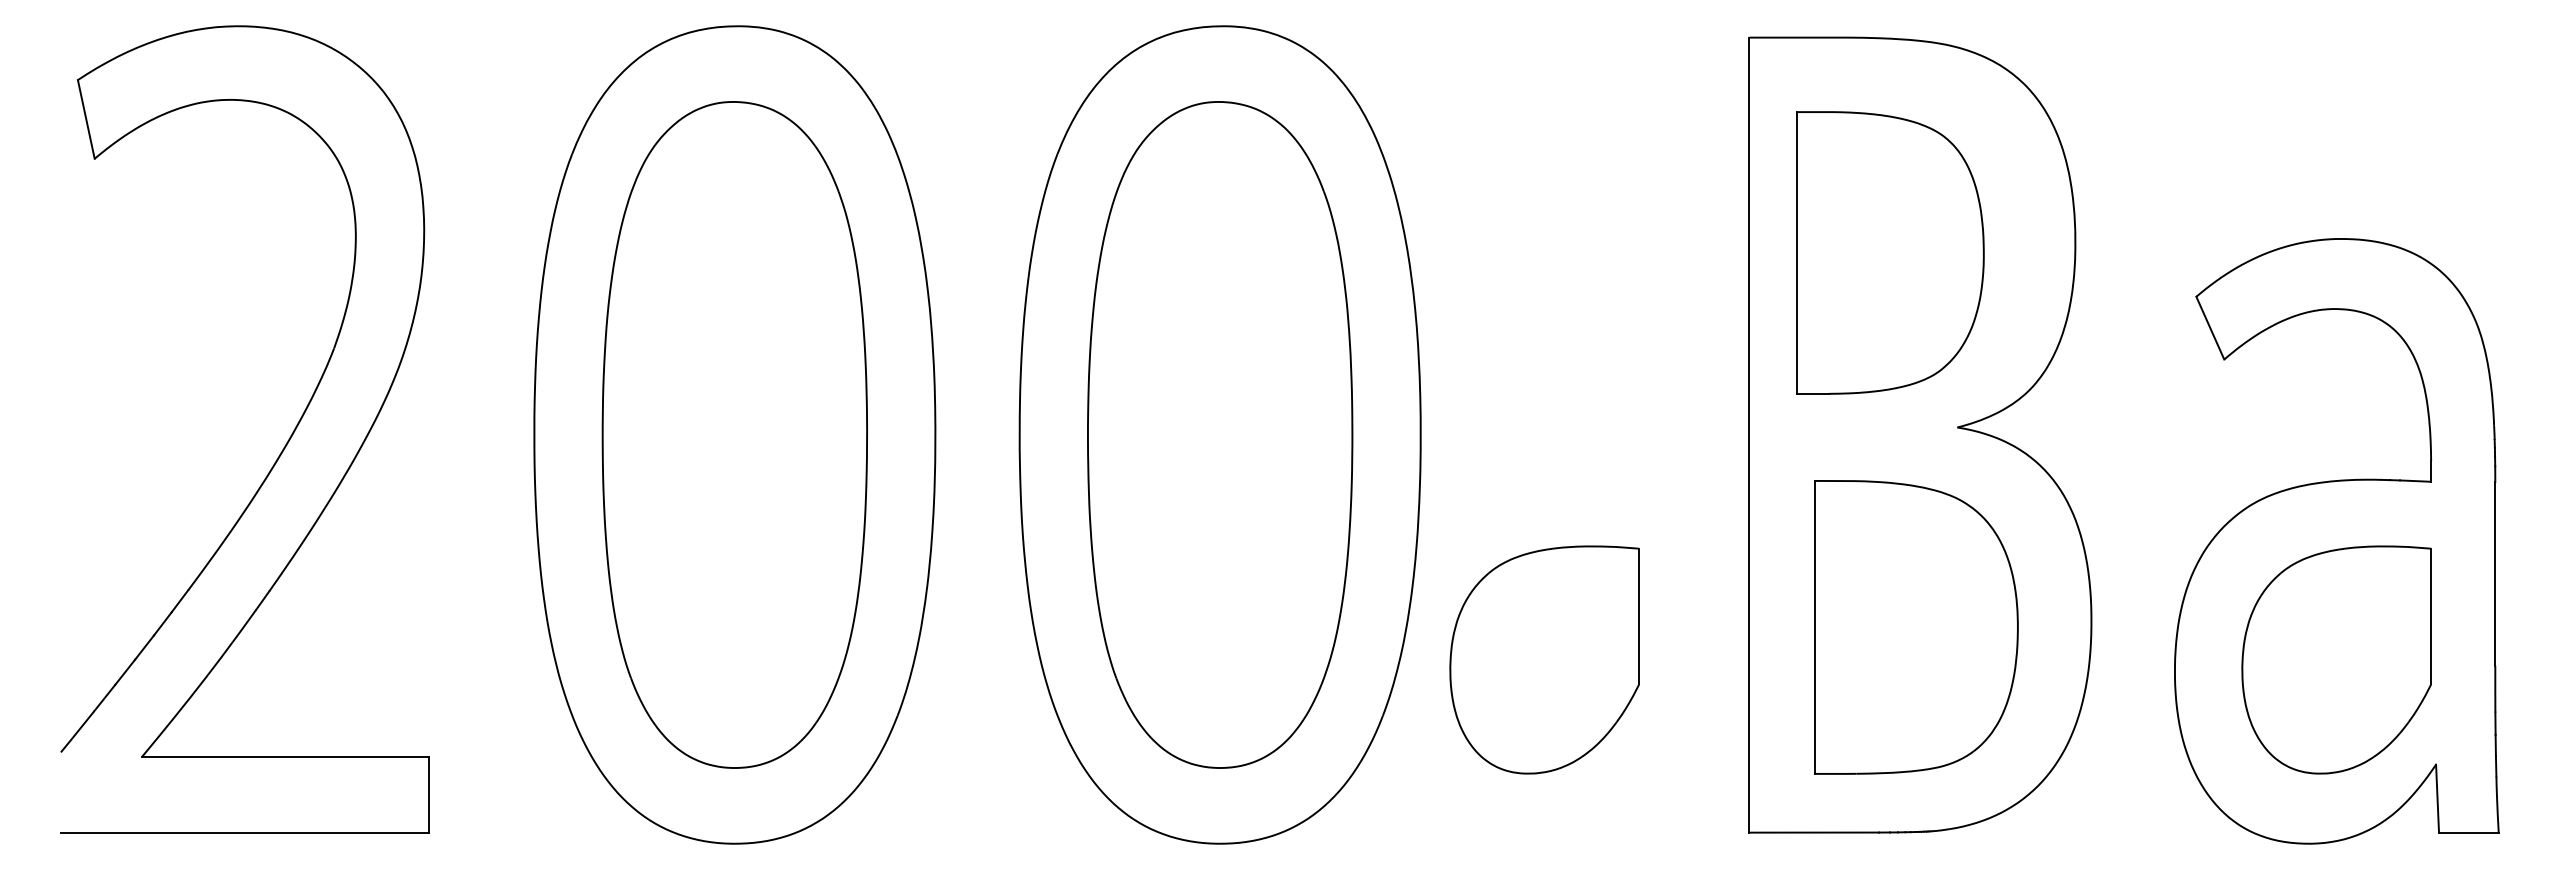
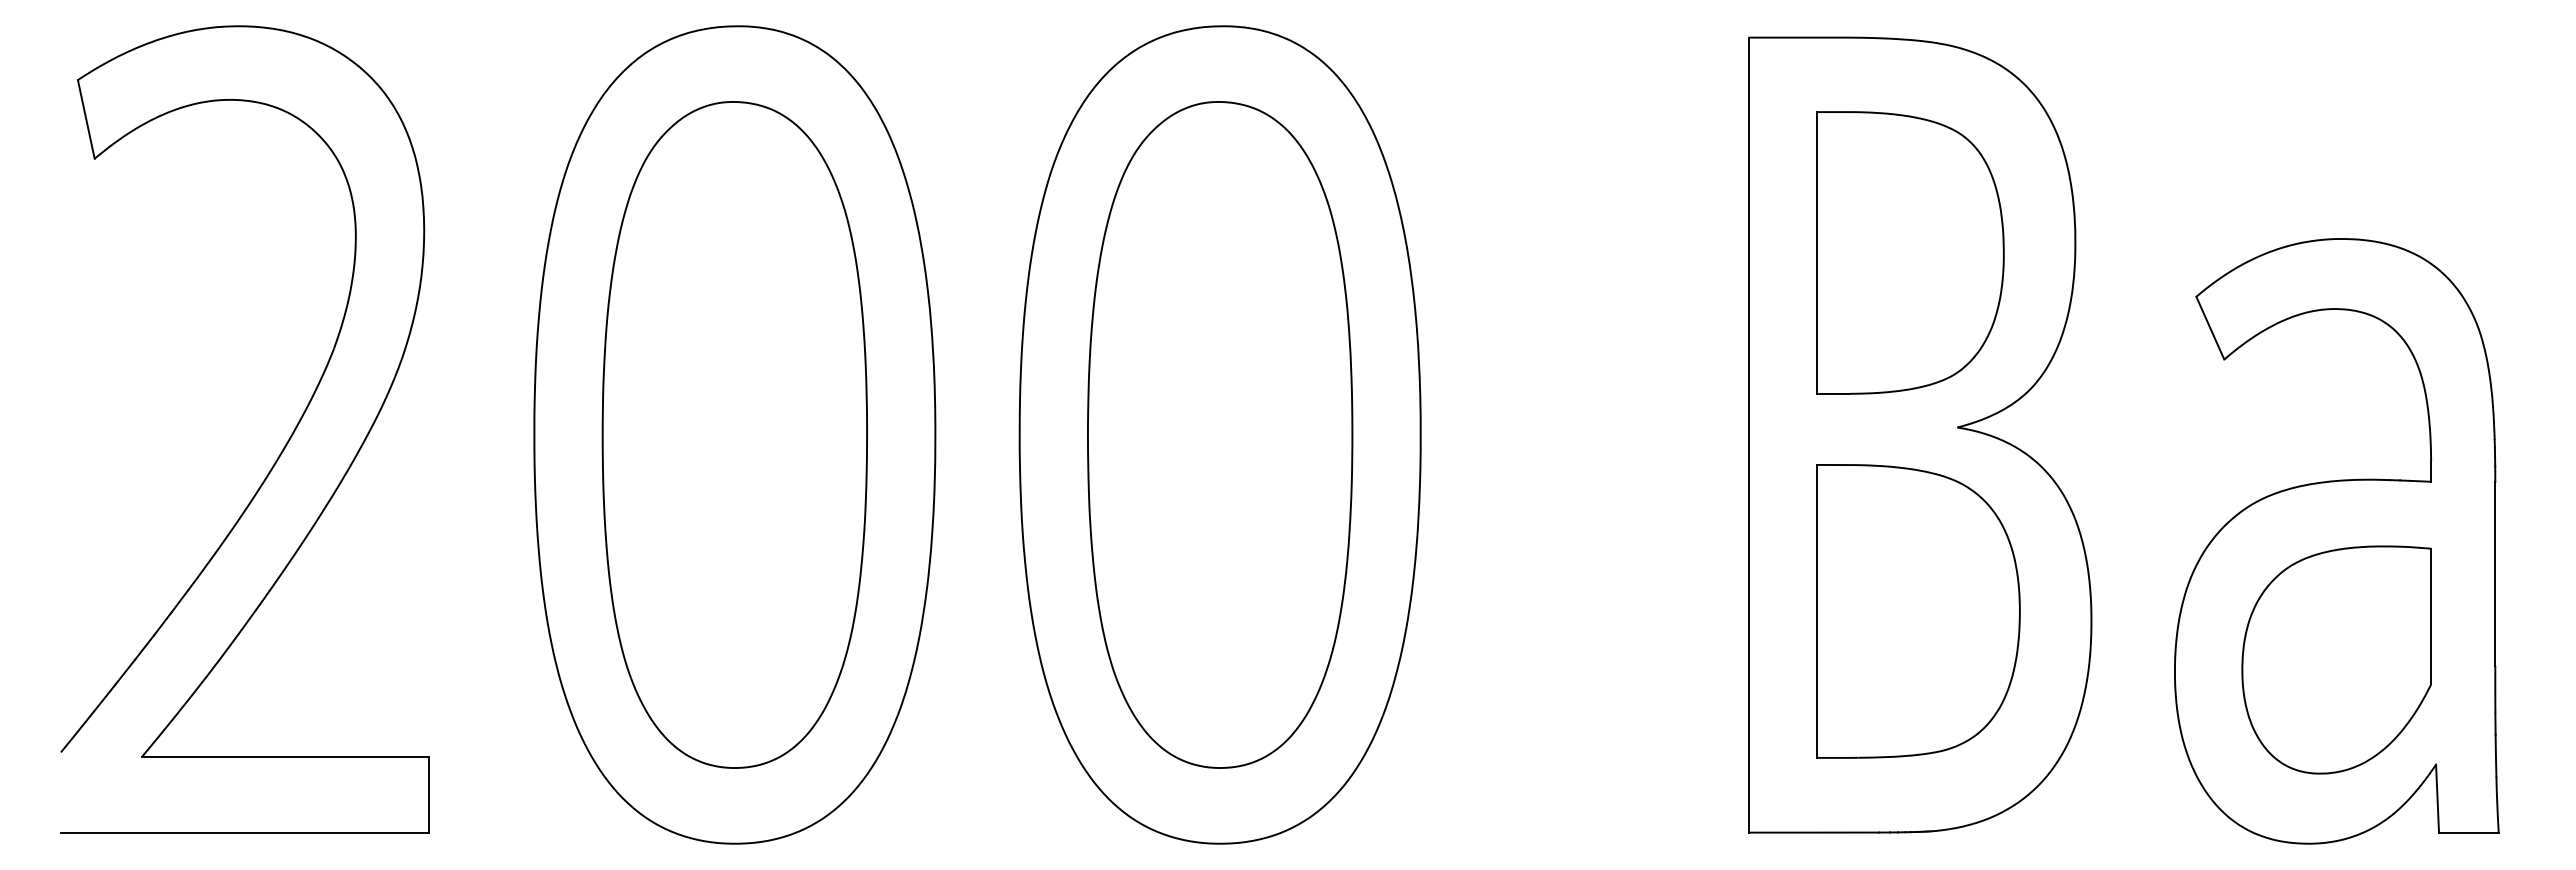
part at (1890, 252) position: (1890, 252) -> (1910, 252)
part at (1916, 627) position: (1916, 627) -> (1918, 611)
part at (1544, 659): present -> none
